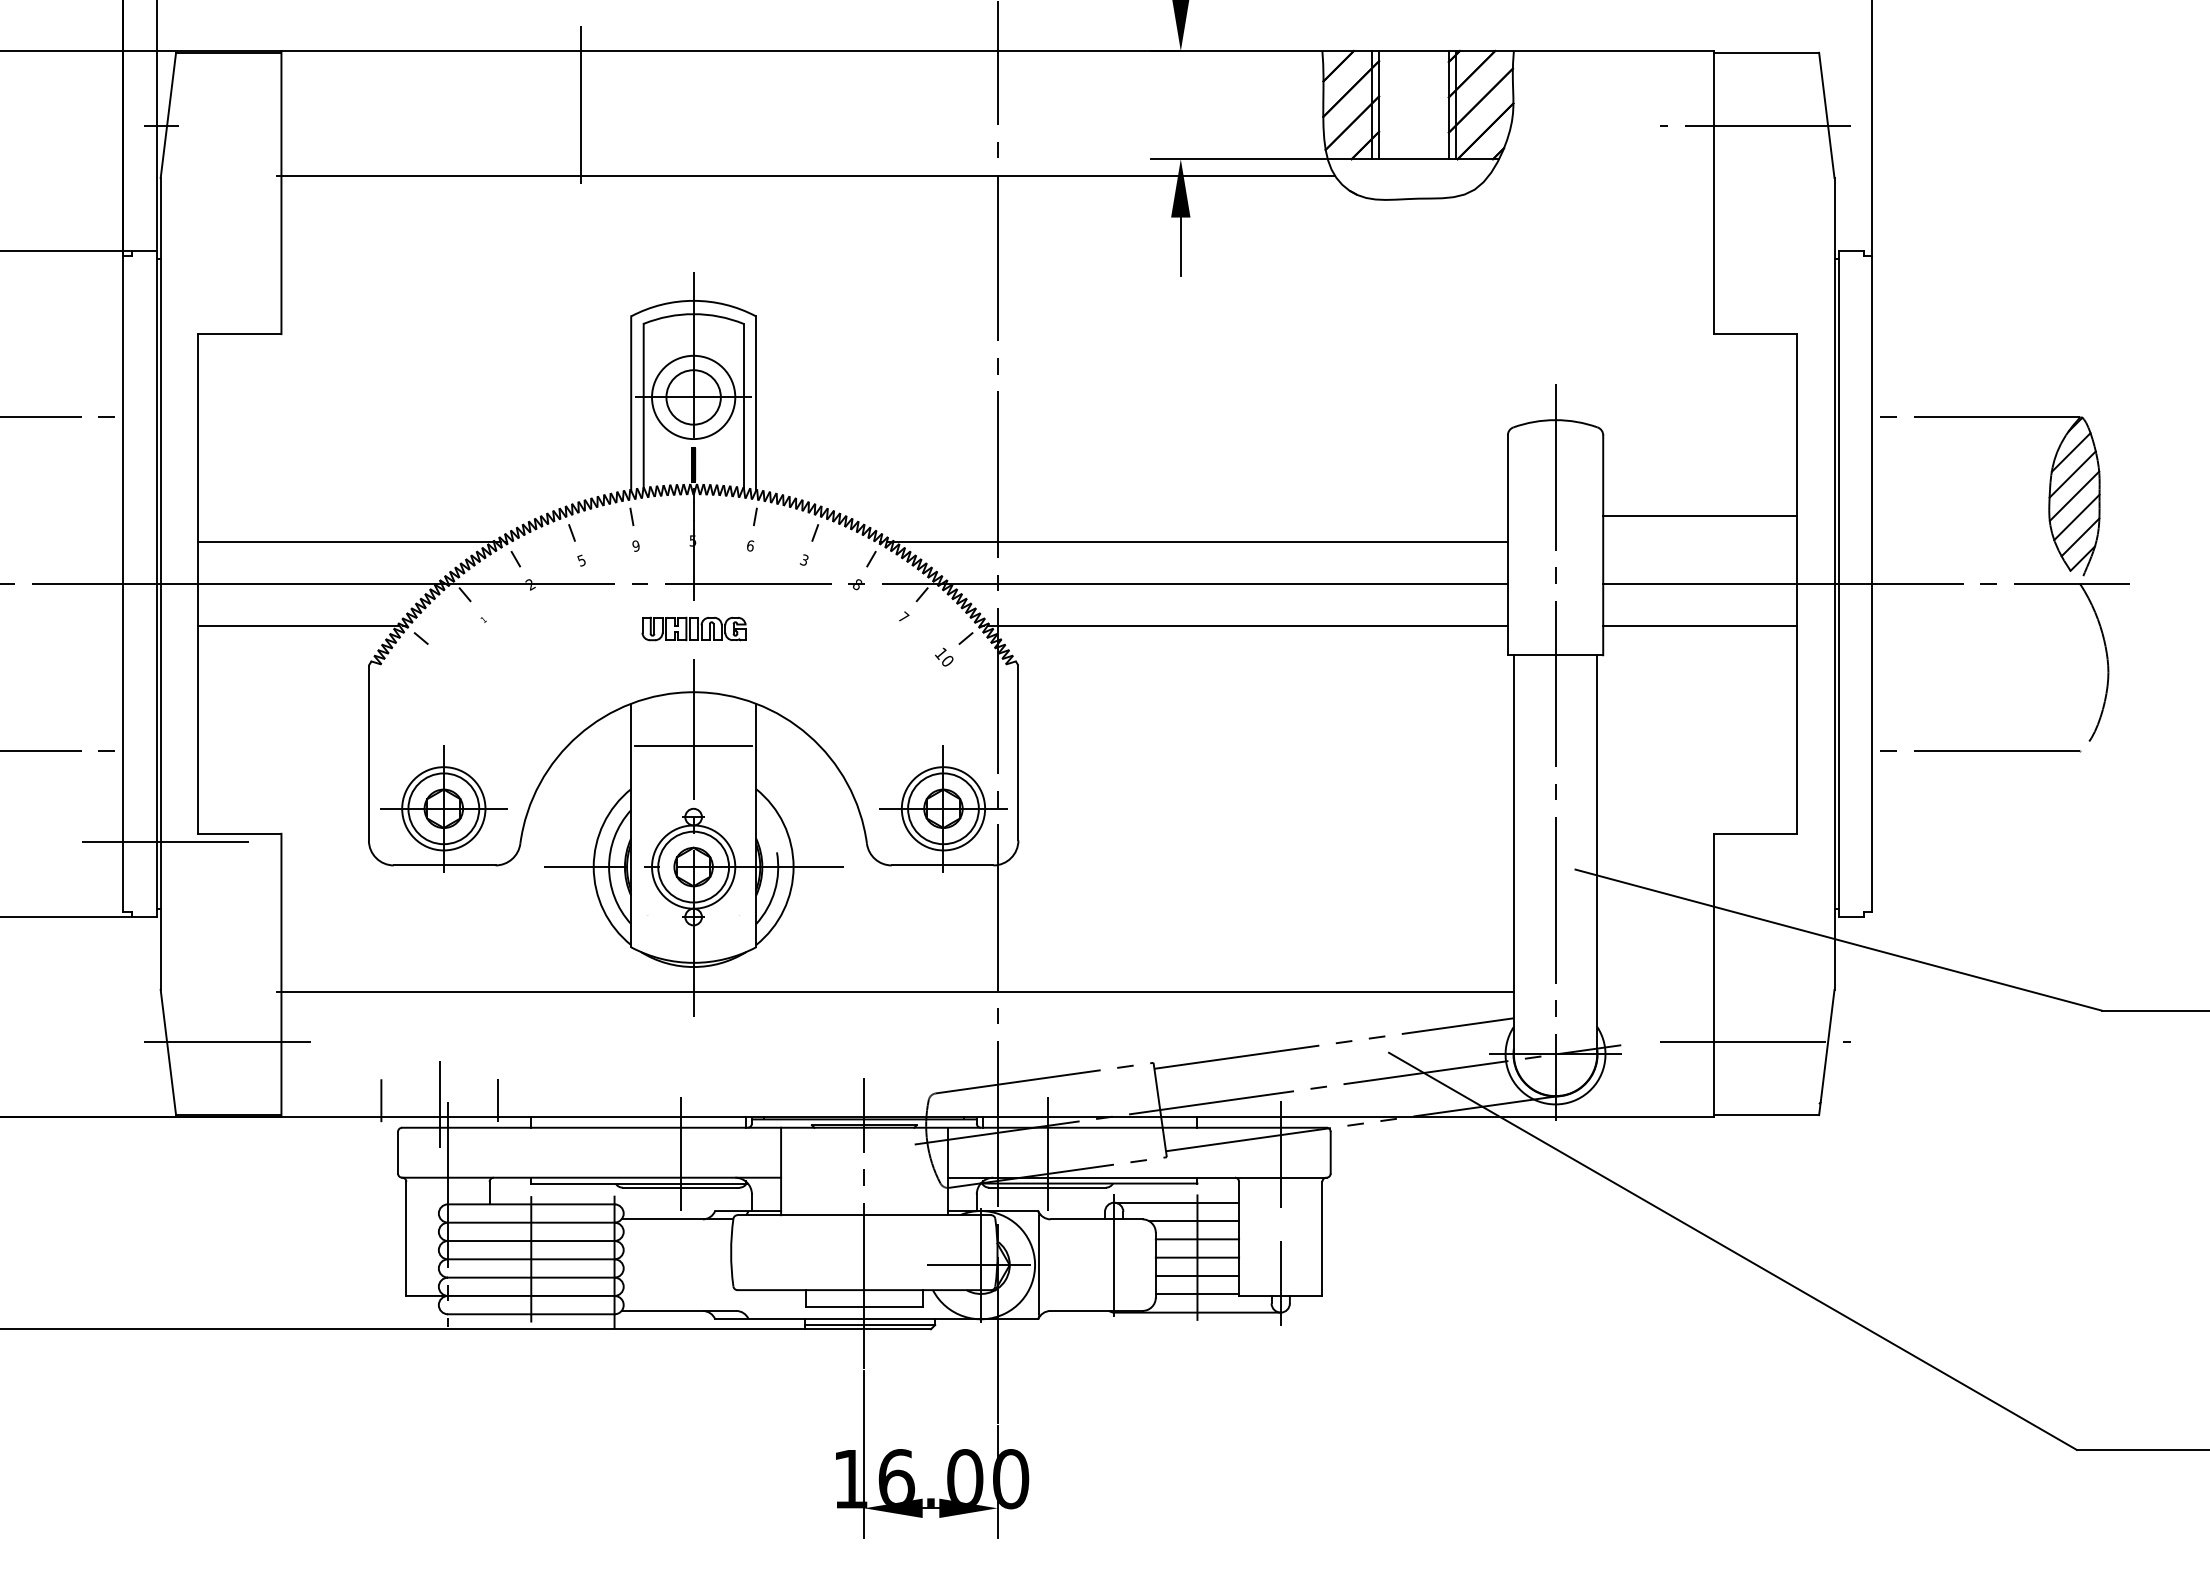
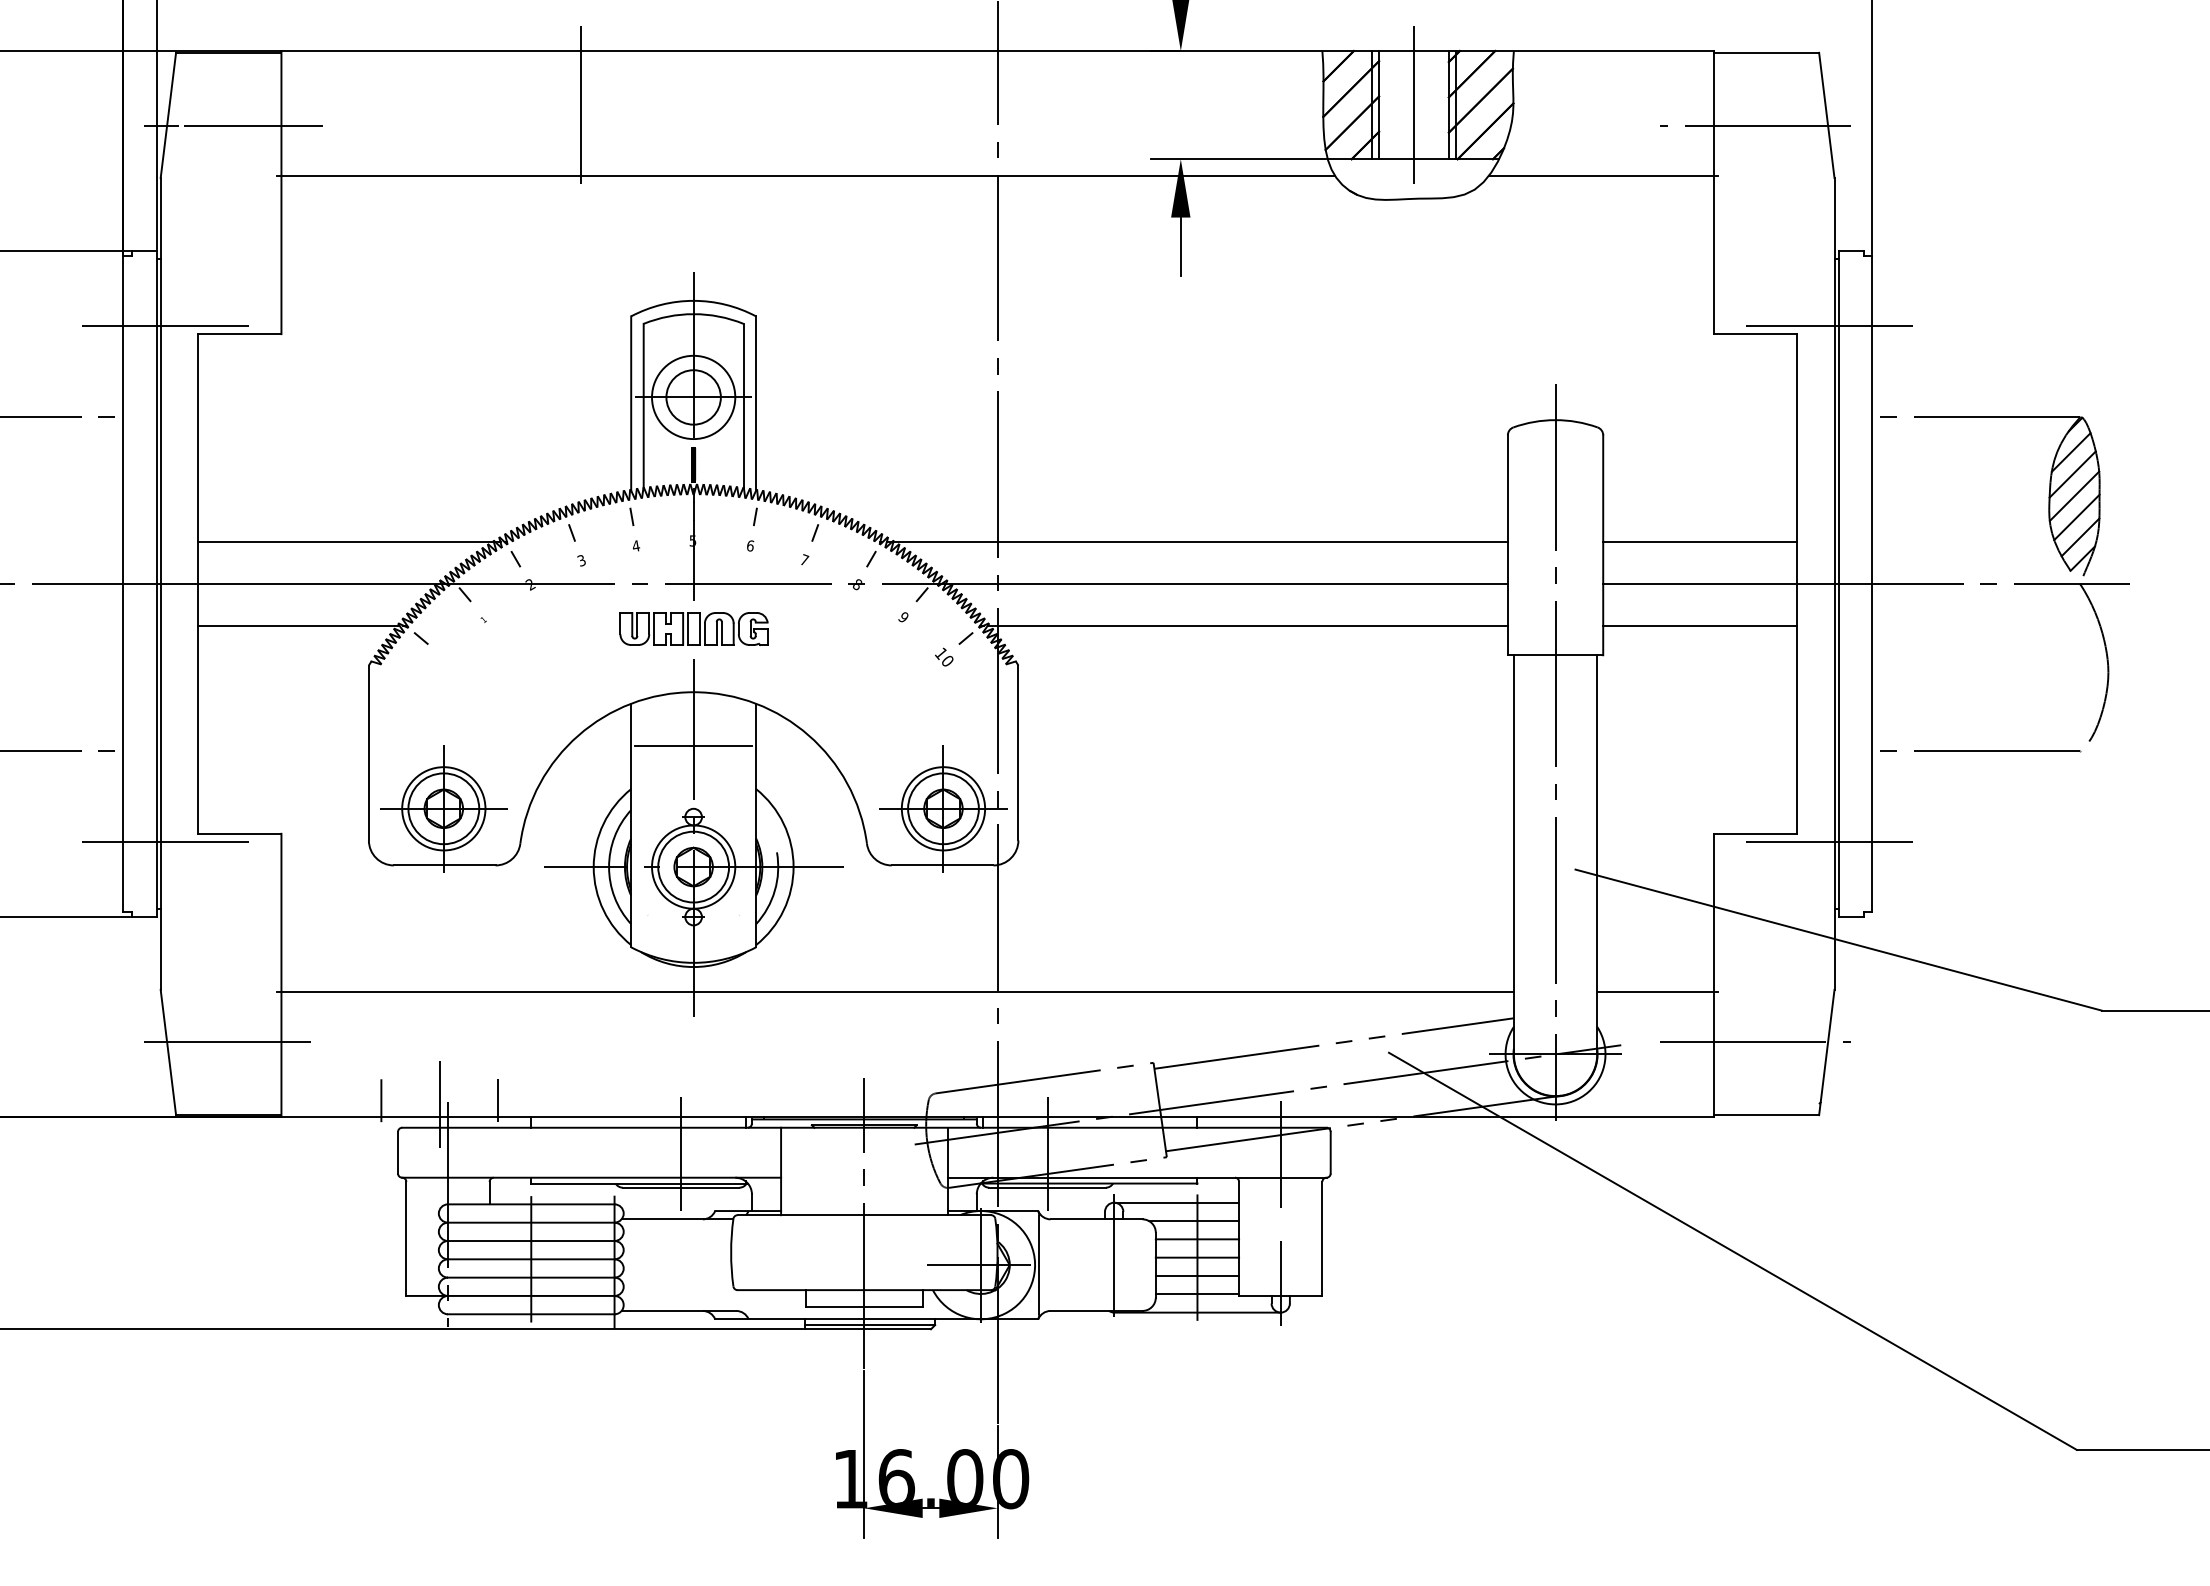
line at (1413, 105): none -> present
line at (253, 125): none -> present
line at (1602, 175): none -> present
line at (165, 325): none -> present
line at (1829, 325): none -> present
line at (1700, 516) position: (1700, 516) -> (1700, 542)
text at (636, 545): 9 -> 4
text at (581, 559): 5 -> 3
text at (804, 559): 3 -> 7
text at (903, 616): 7 -> 9
part at (693, 628) size: 106x26 px -> 150x34 px
line at (1829, 842): none -> present
line at (1657, 992): none -> present
